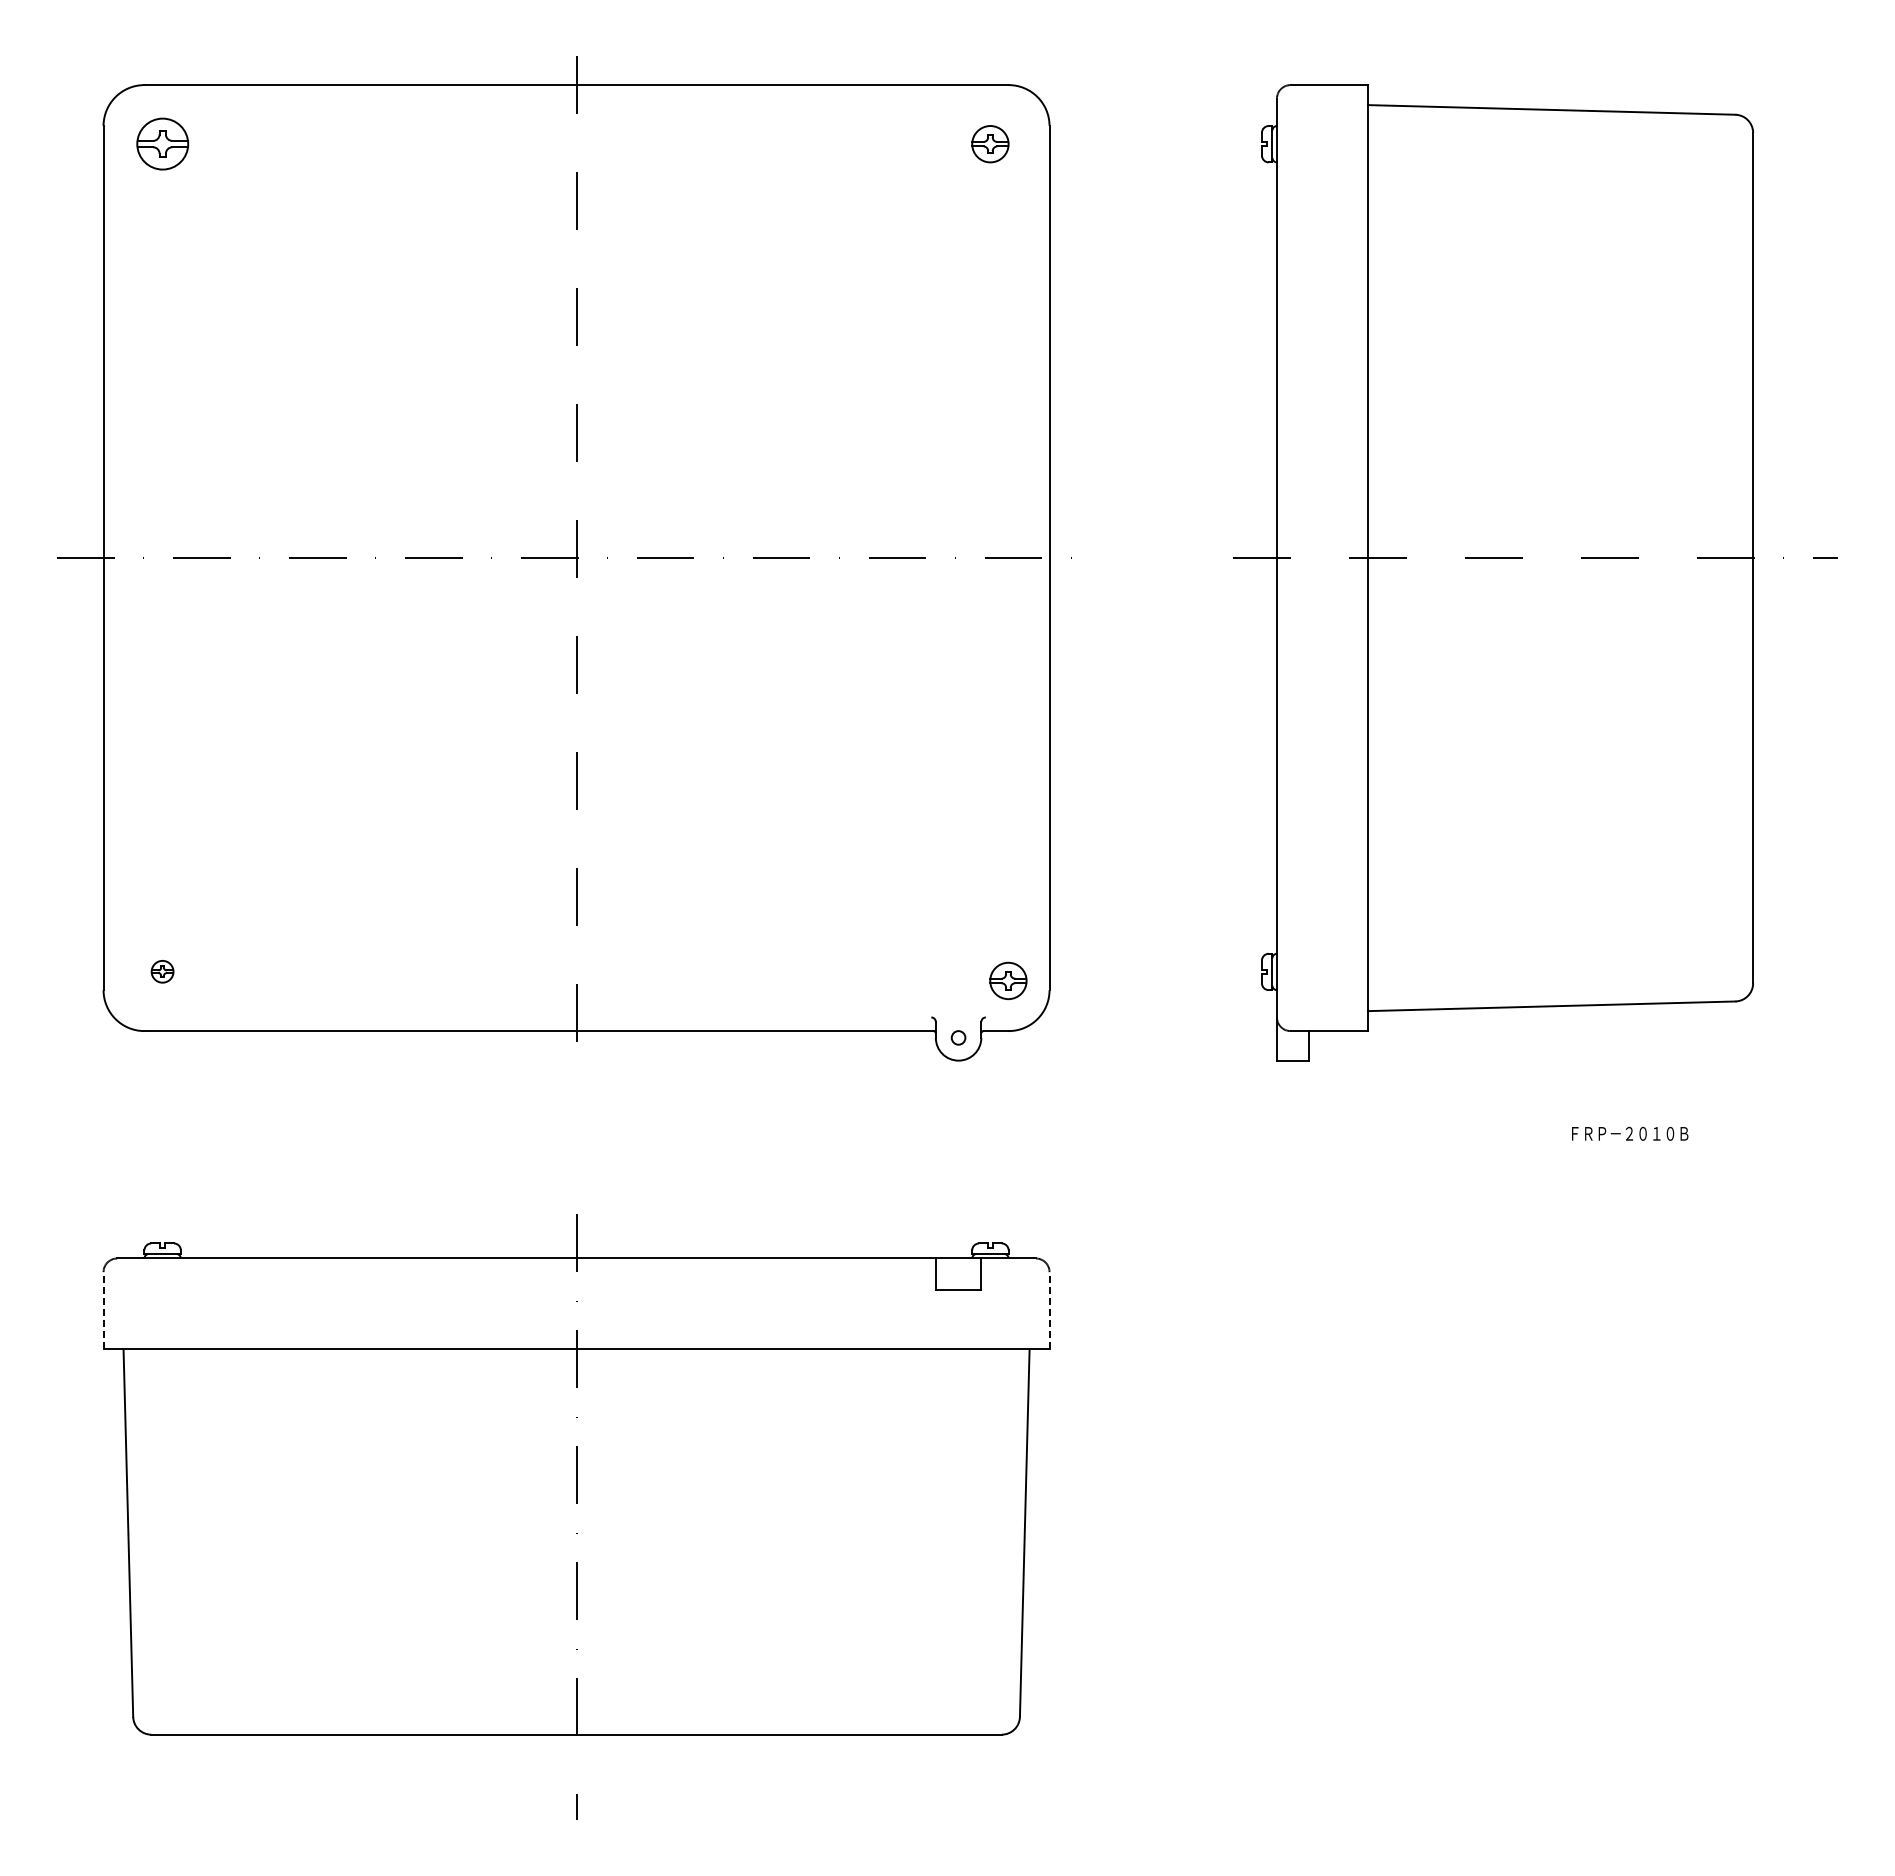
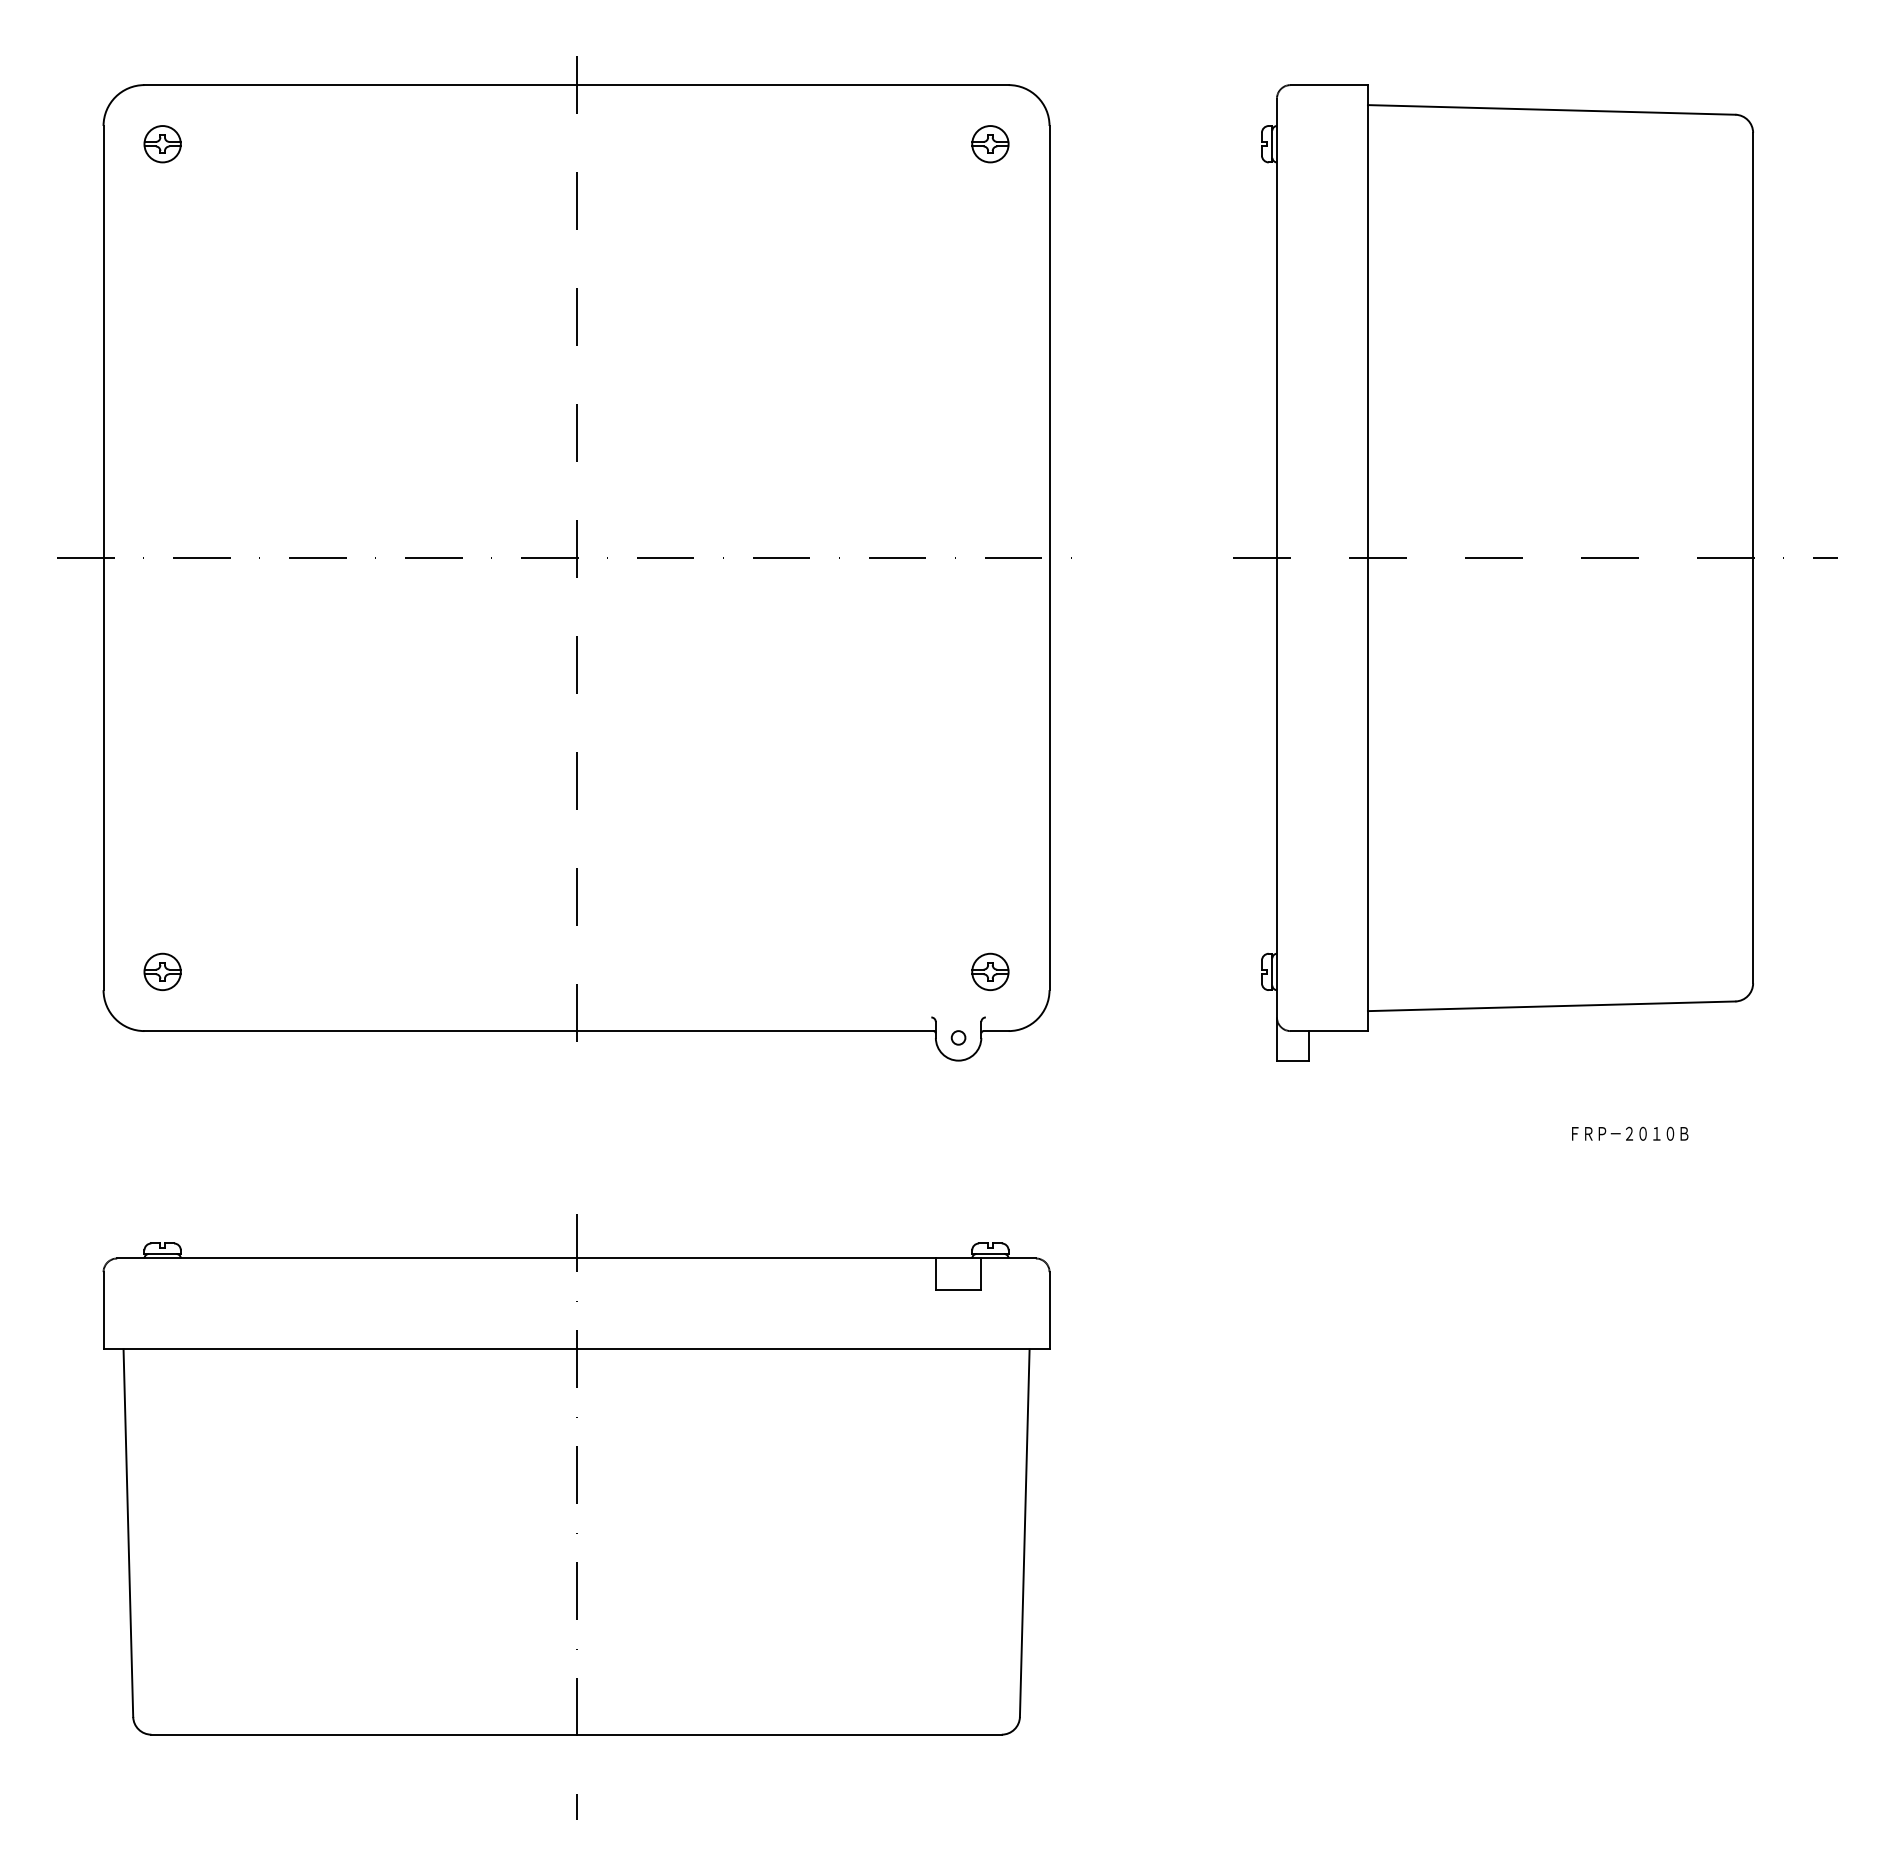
part at (162, 143) size: 54x54 px -> 39x39 px
part at (162, 971) size: 25x24 px -> 39x39 px
part at (1008, 980) position: (1008, 980) -> (990, 971)
line at (103, 1310): dashed -> solid
line at (1049, 1310): dashed -> solid
